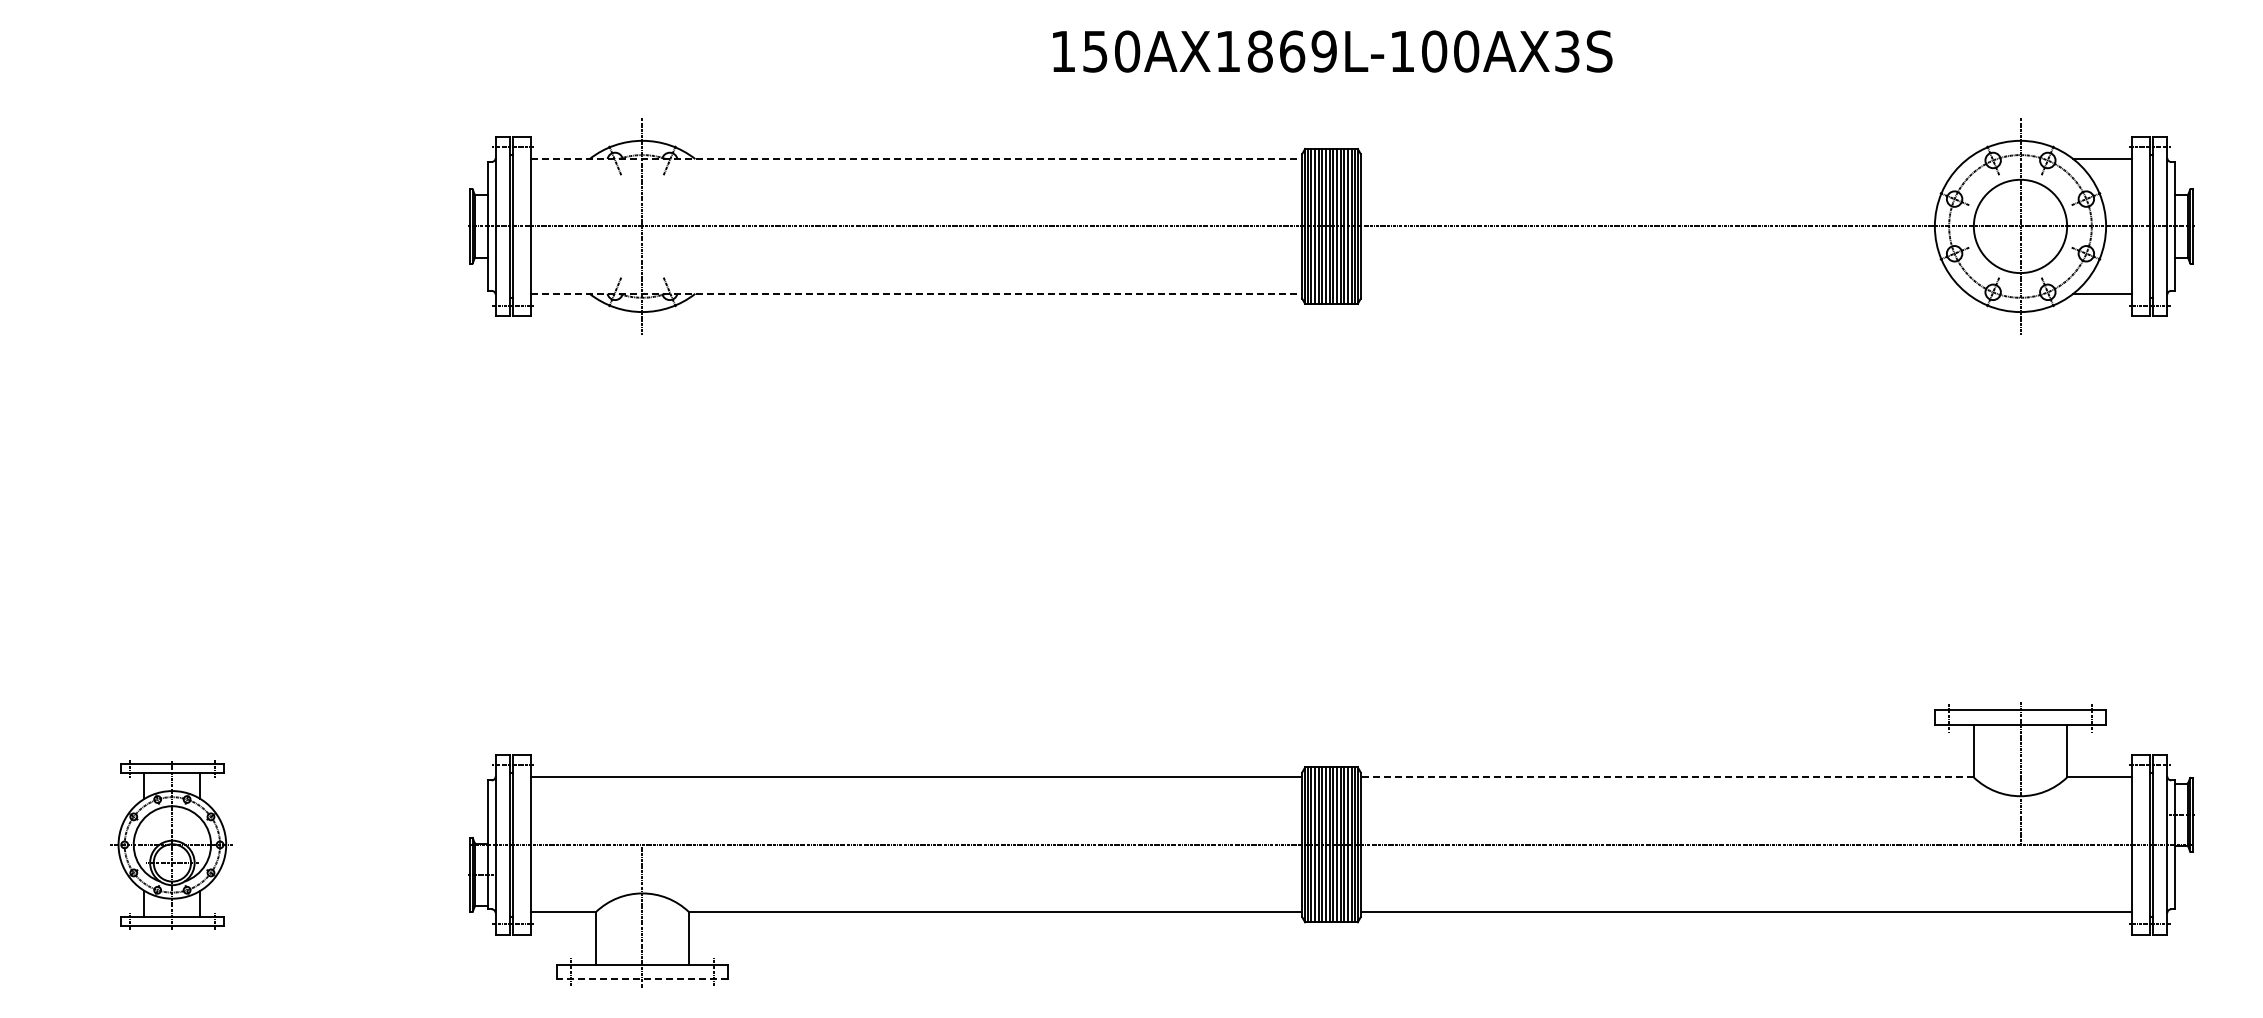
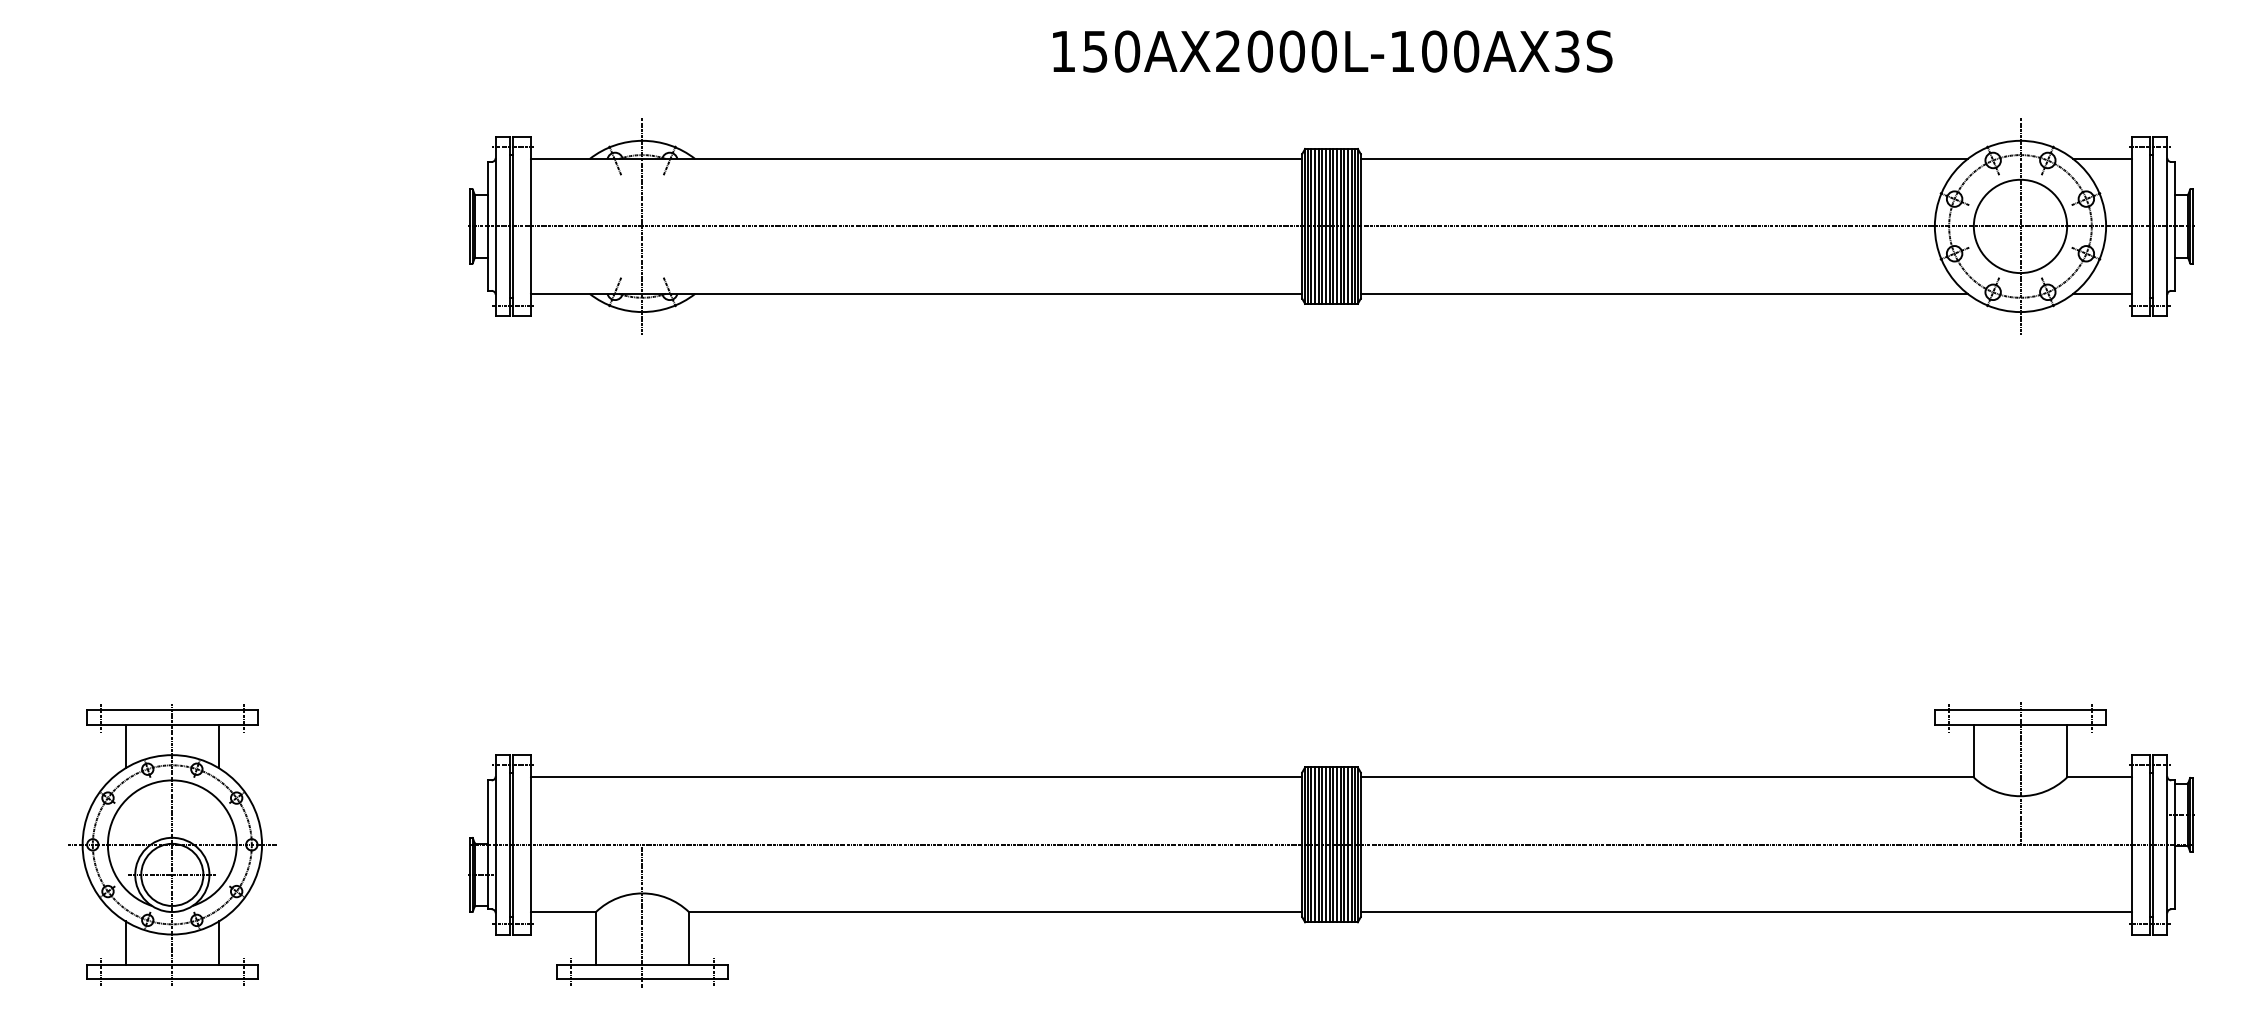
text at (1276, 51): 150AX1869L-100AX3S -> 150AX2000L-100AX3S
line at (917, 159): dashed -> solid
line at (1663, 159): none -> present
line at (917, 293): dashed -> solid
line at (1663, 293): none -> present
line at (1667, 777): dashed -> solid
part at (171, 844) size: 123x170 px -> 209x282 px
line at (642, 979): dashed -> solid
